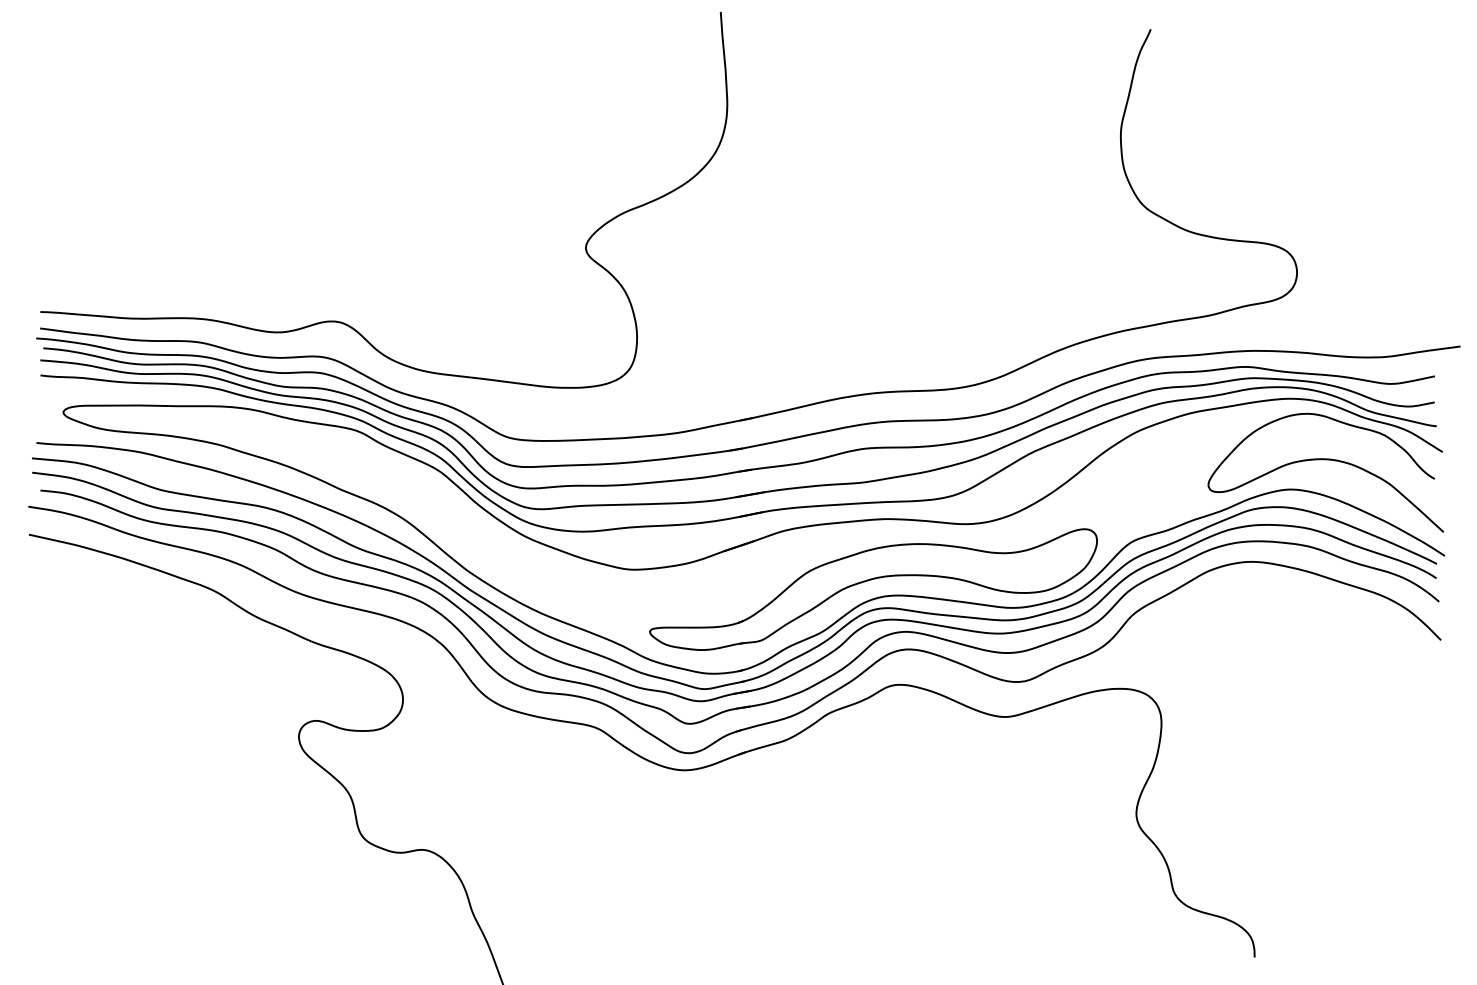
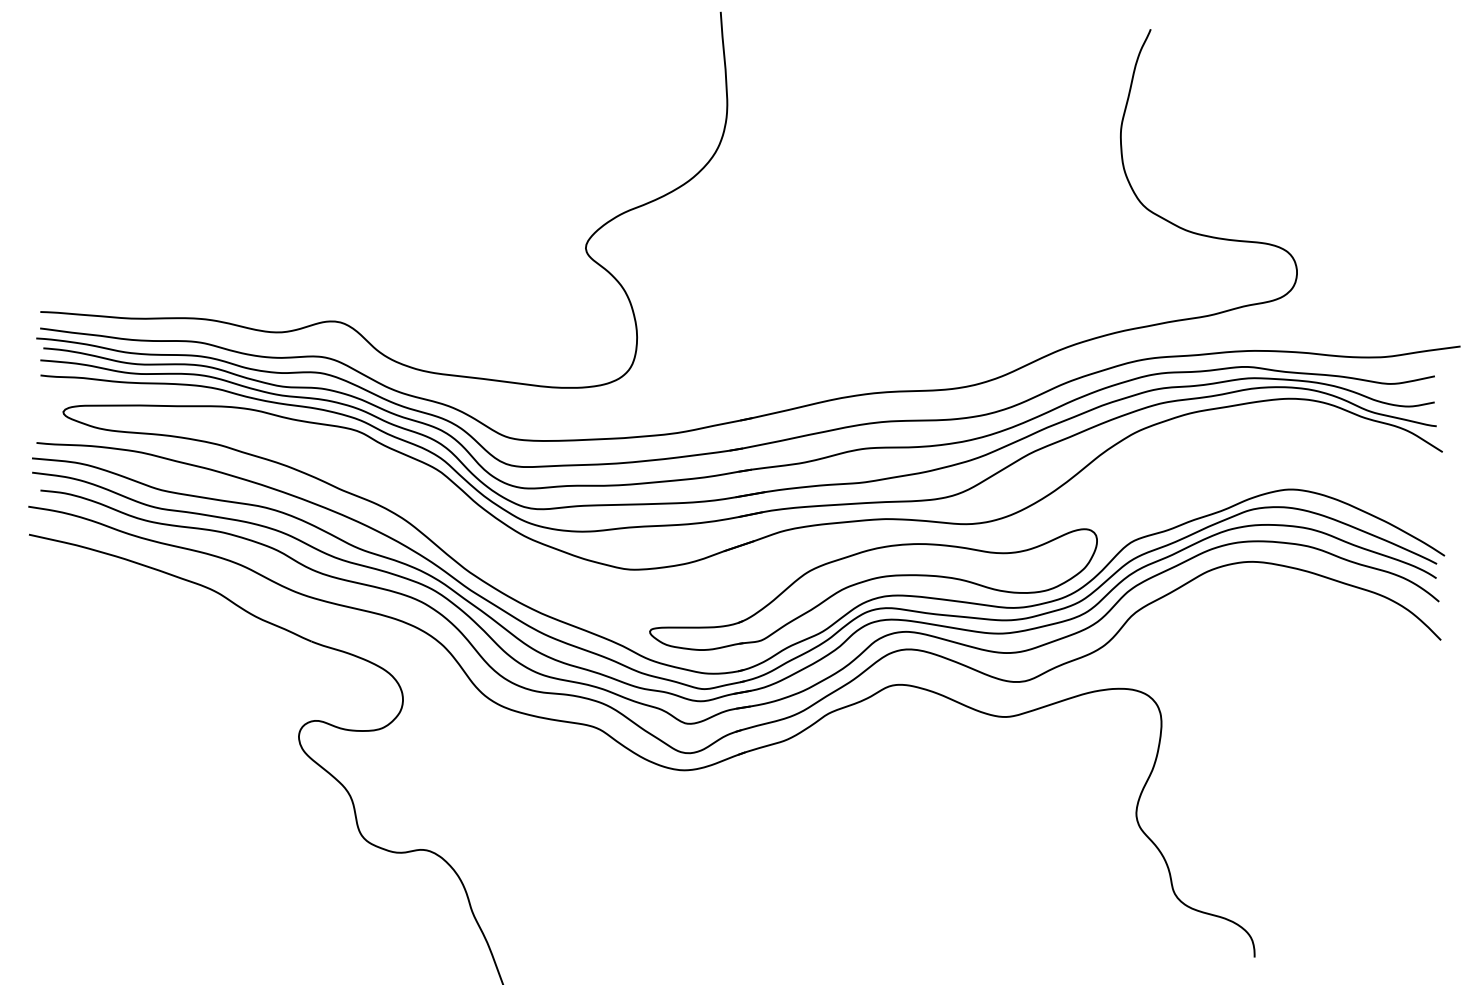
curve at (1325, 460): present -> none
